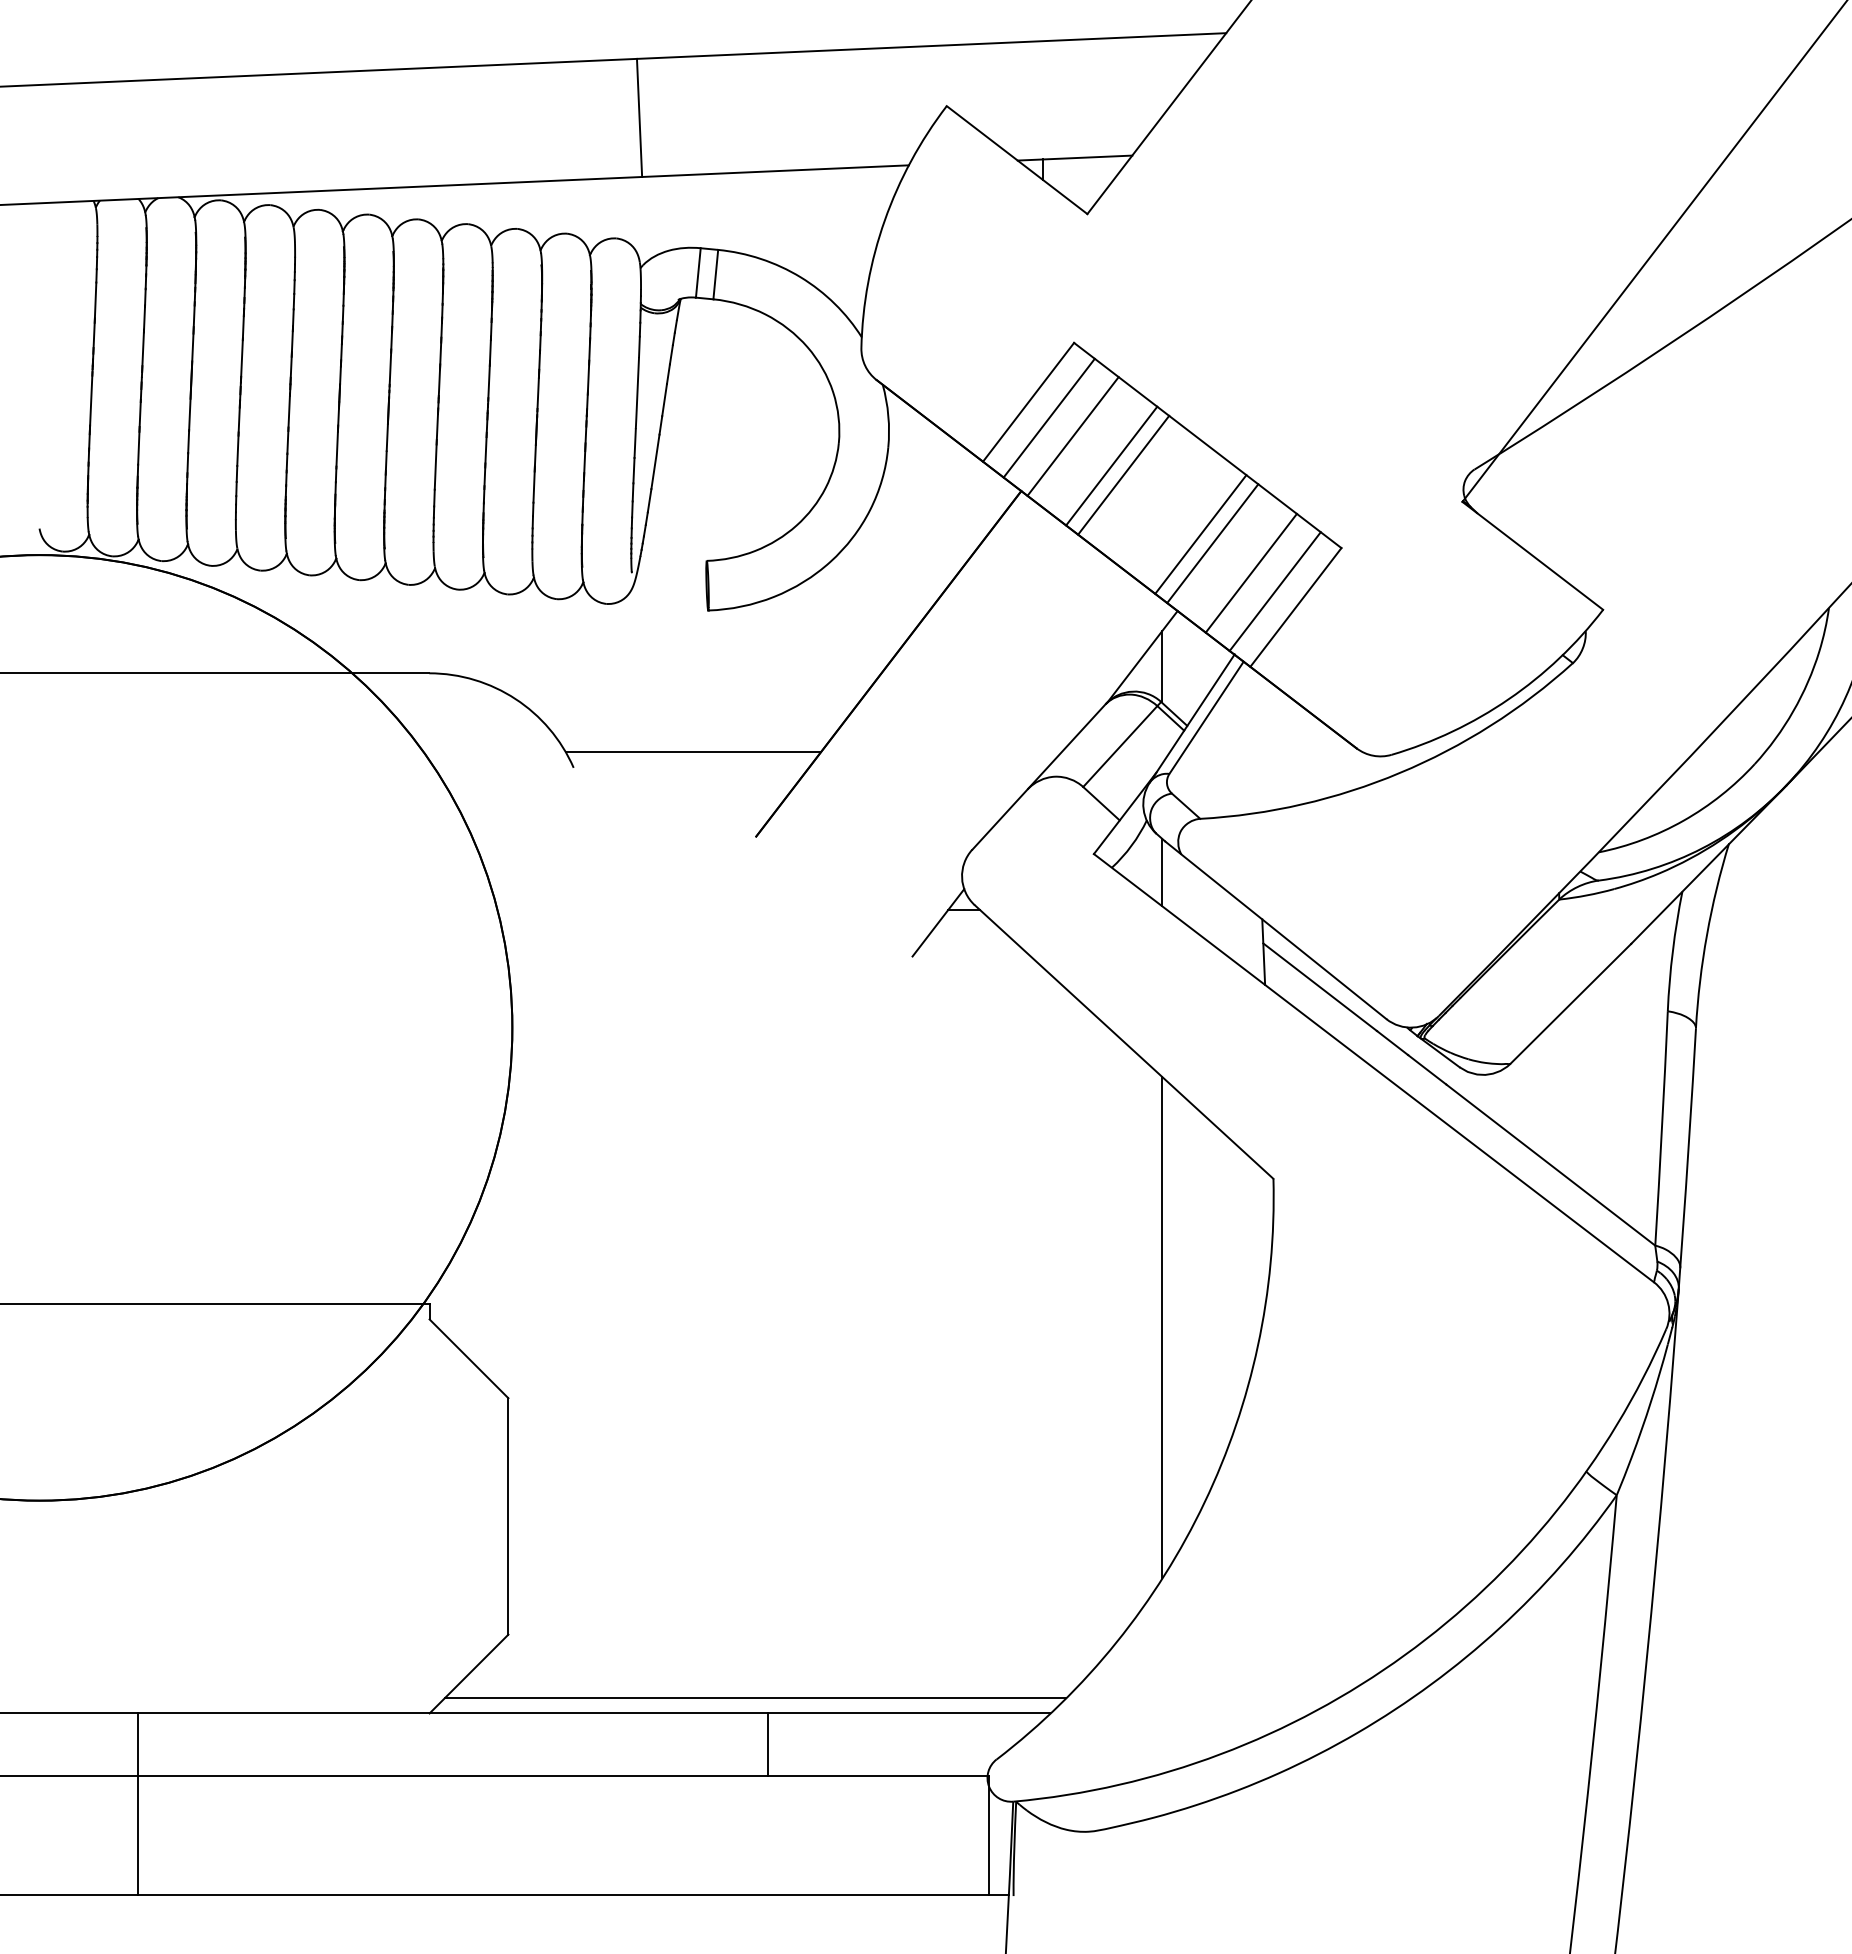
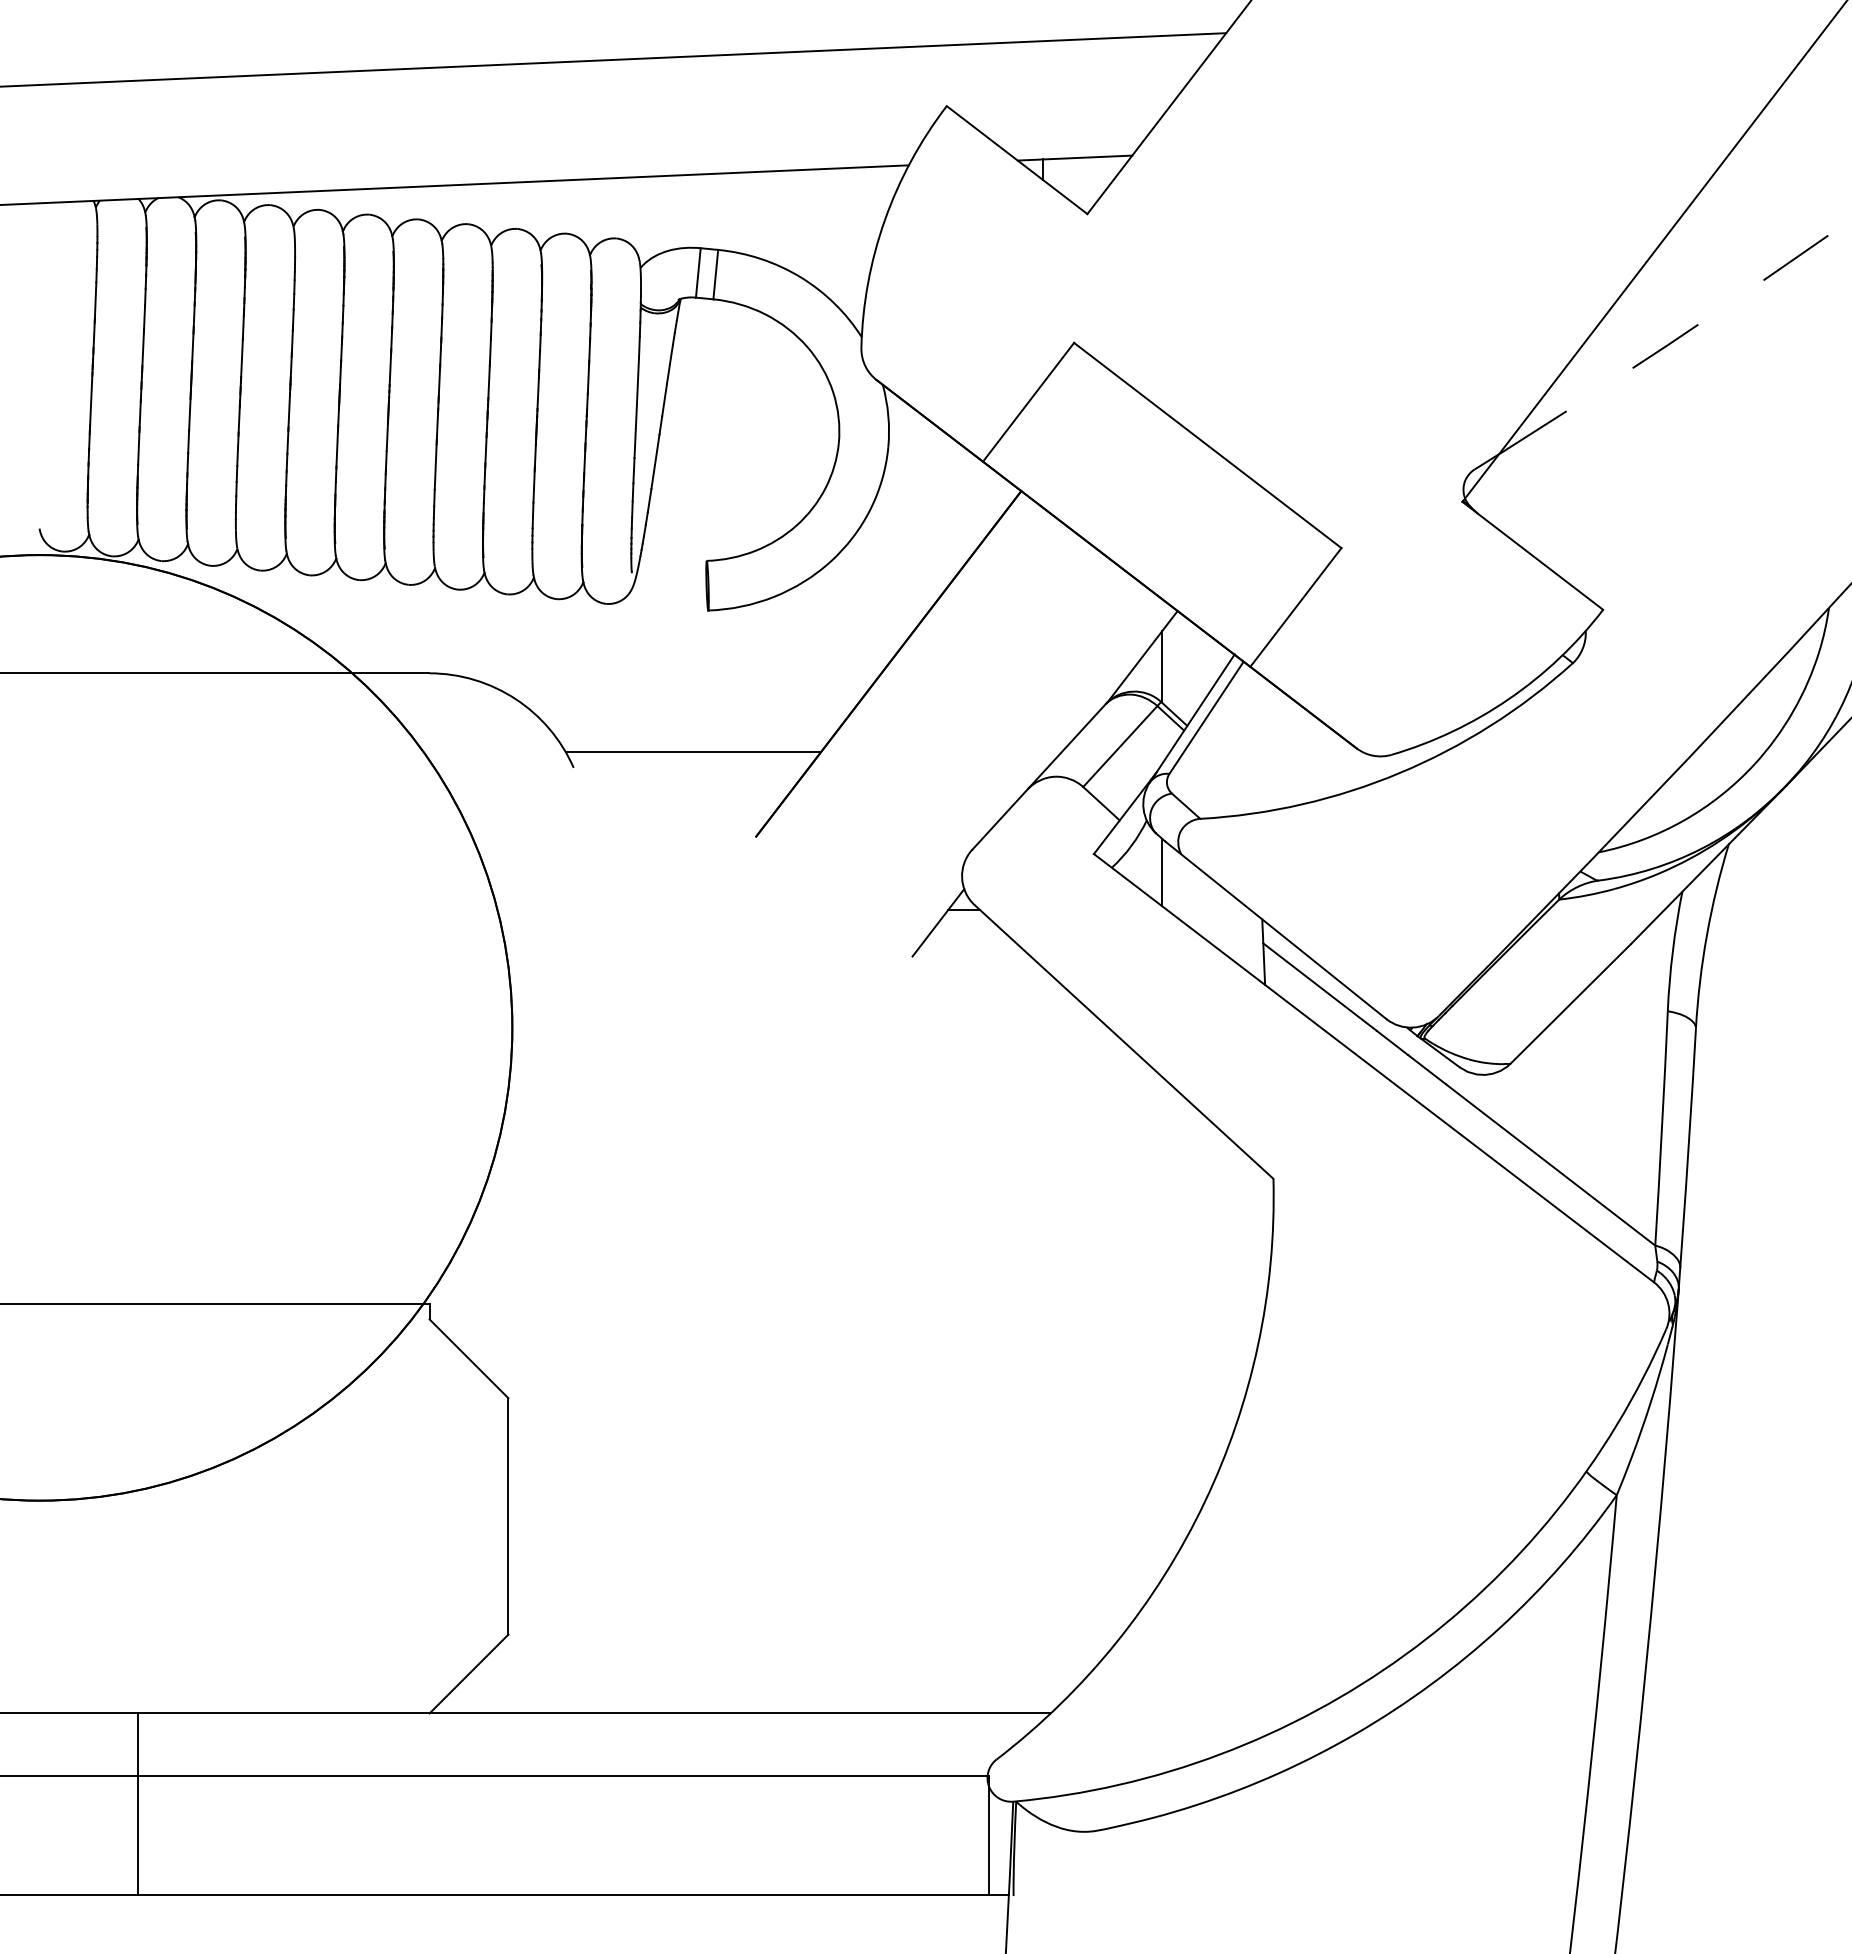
line at (639, 117): present -> none
arc at (1677, 338): solid -> dashed
line at (1048, 417): present -> none
line at (1072, 436): present -> none
line at (1111, 465): present -> none
line at (1123, 474): present -> none
line at (1200, 534): present -> none
line at (1212, 543): present -> none
line at (1250, 572): present -> none
line at (1274, 591): present -> none
line at (1162, 1327): present -> none
line at (755, 1697): present -> none
line at (768, 1744): present -> none
